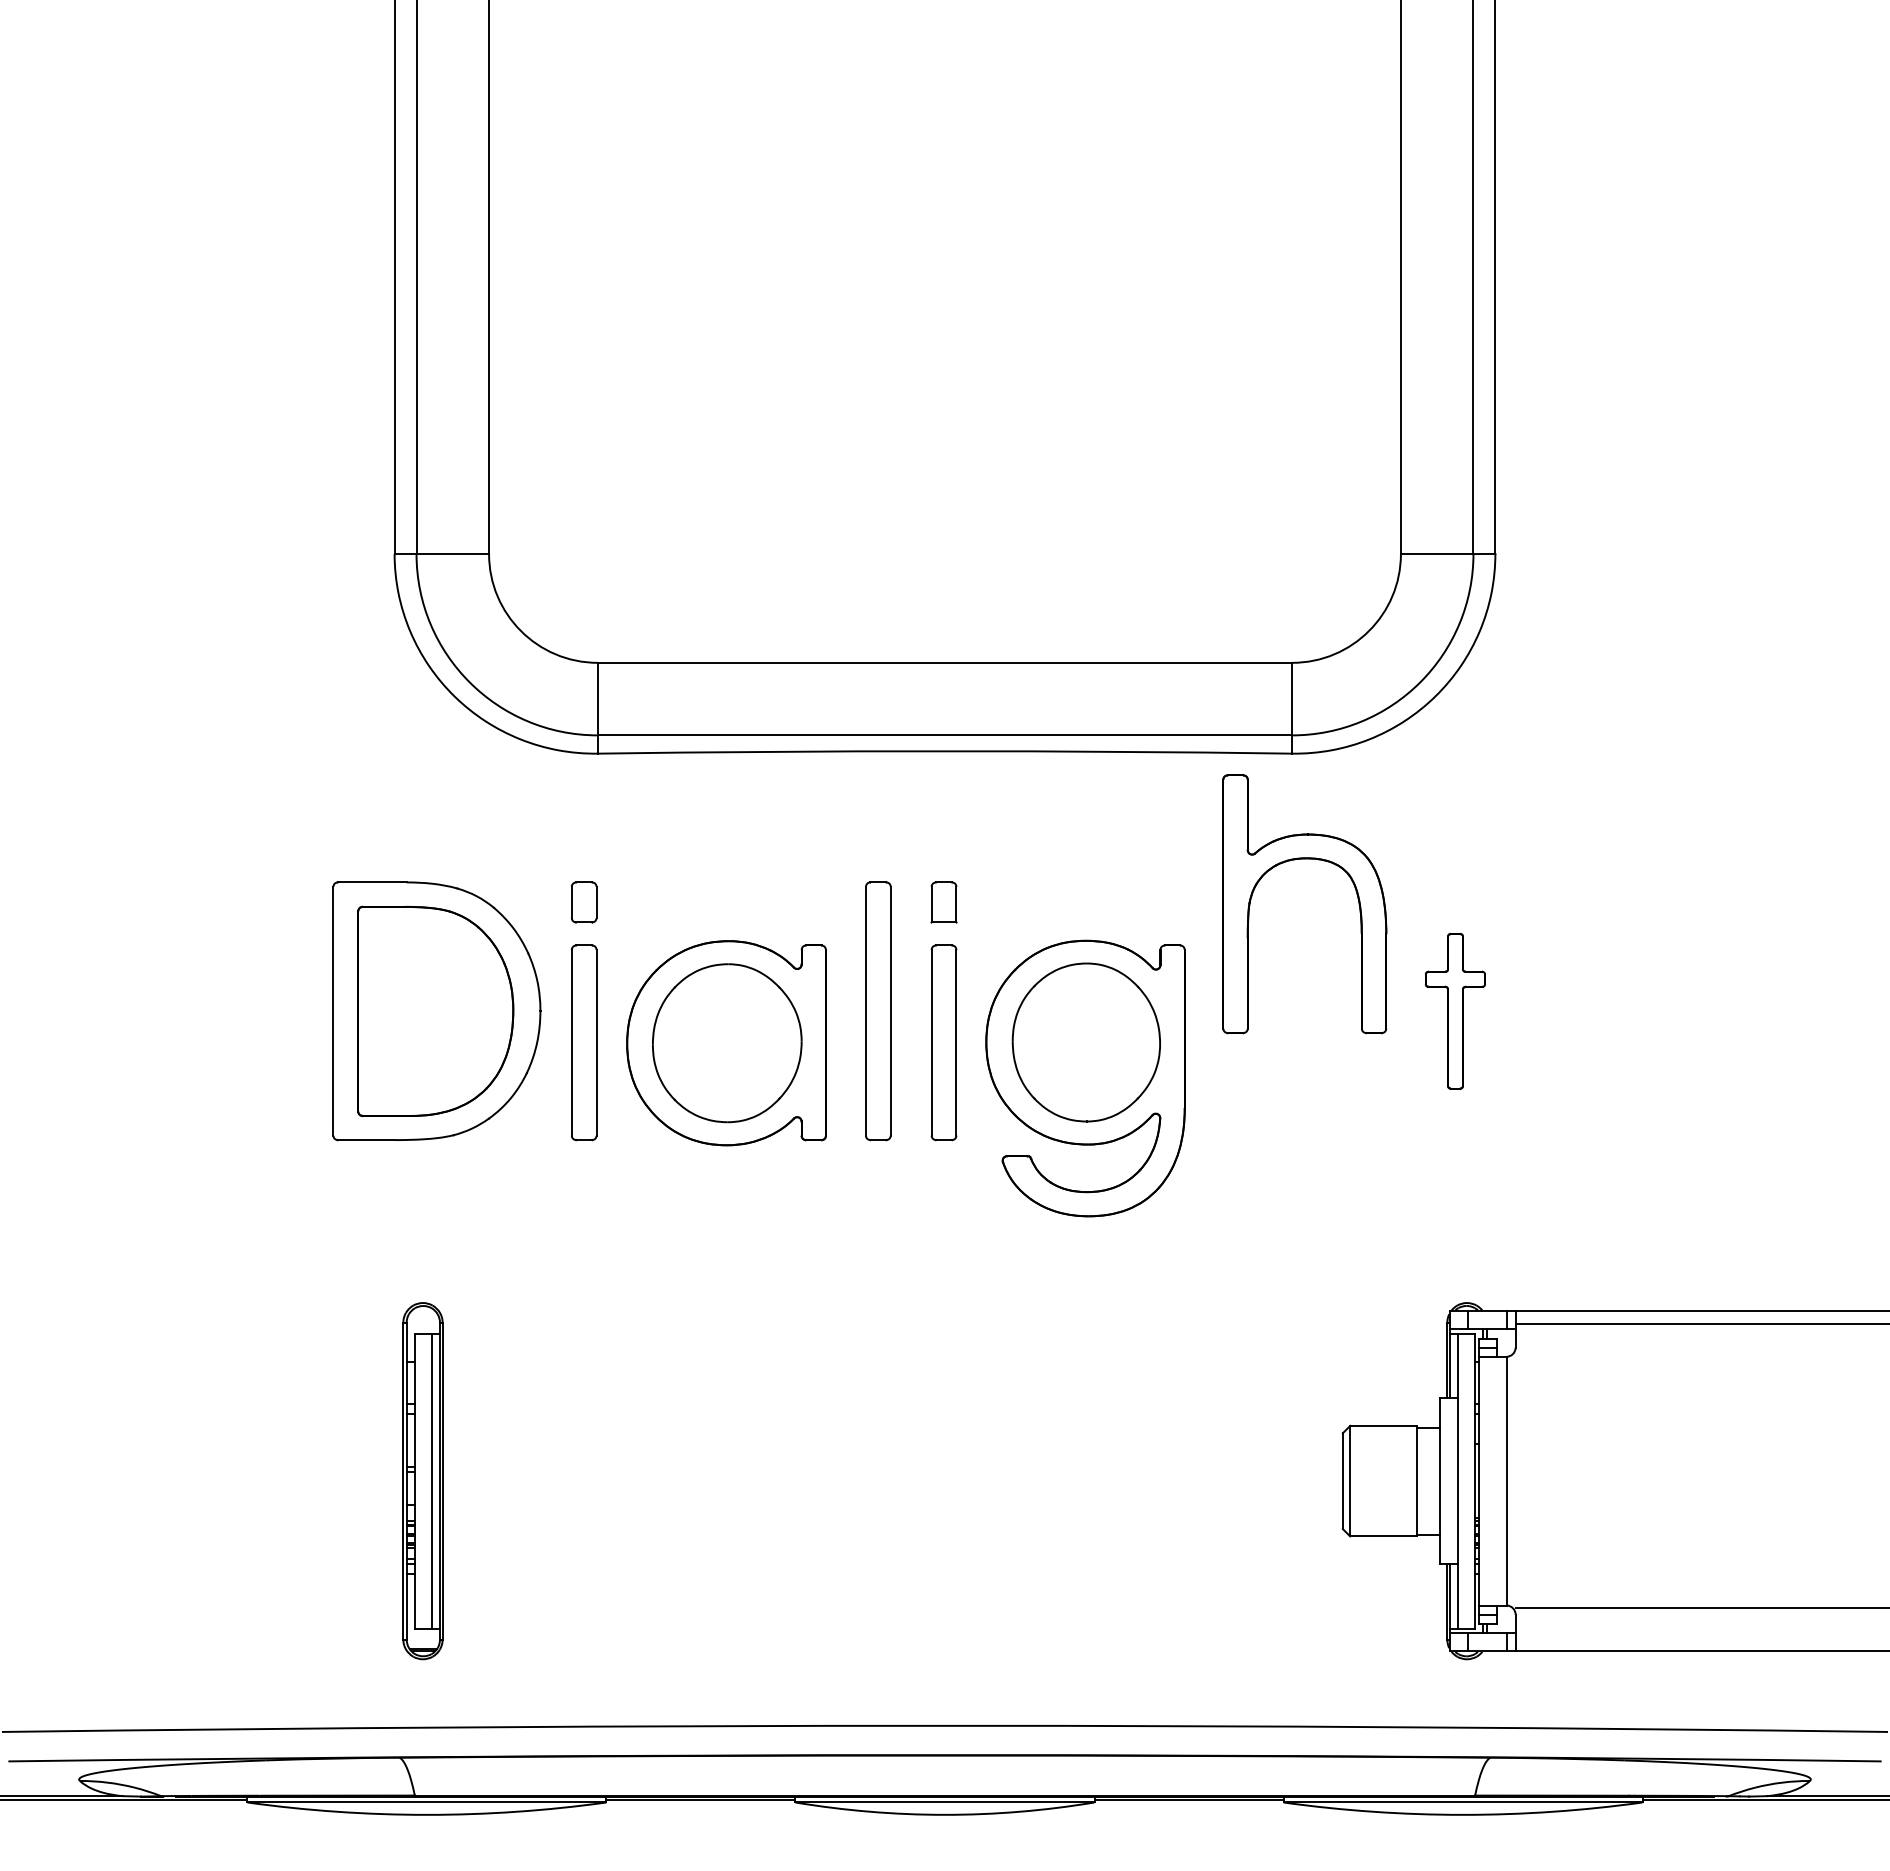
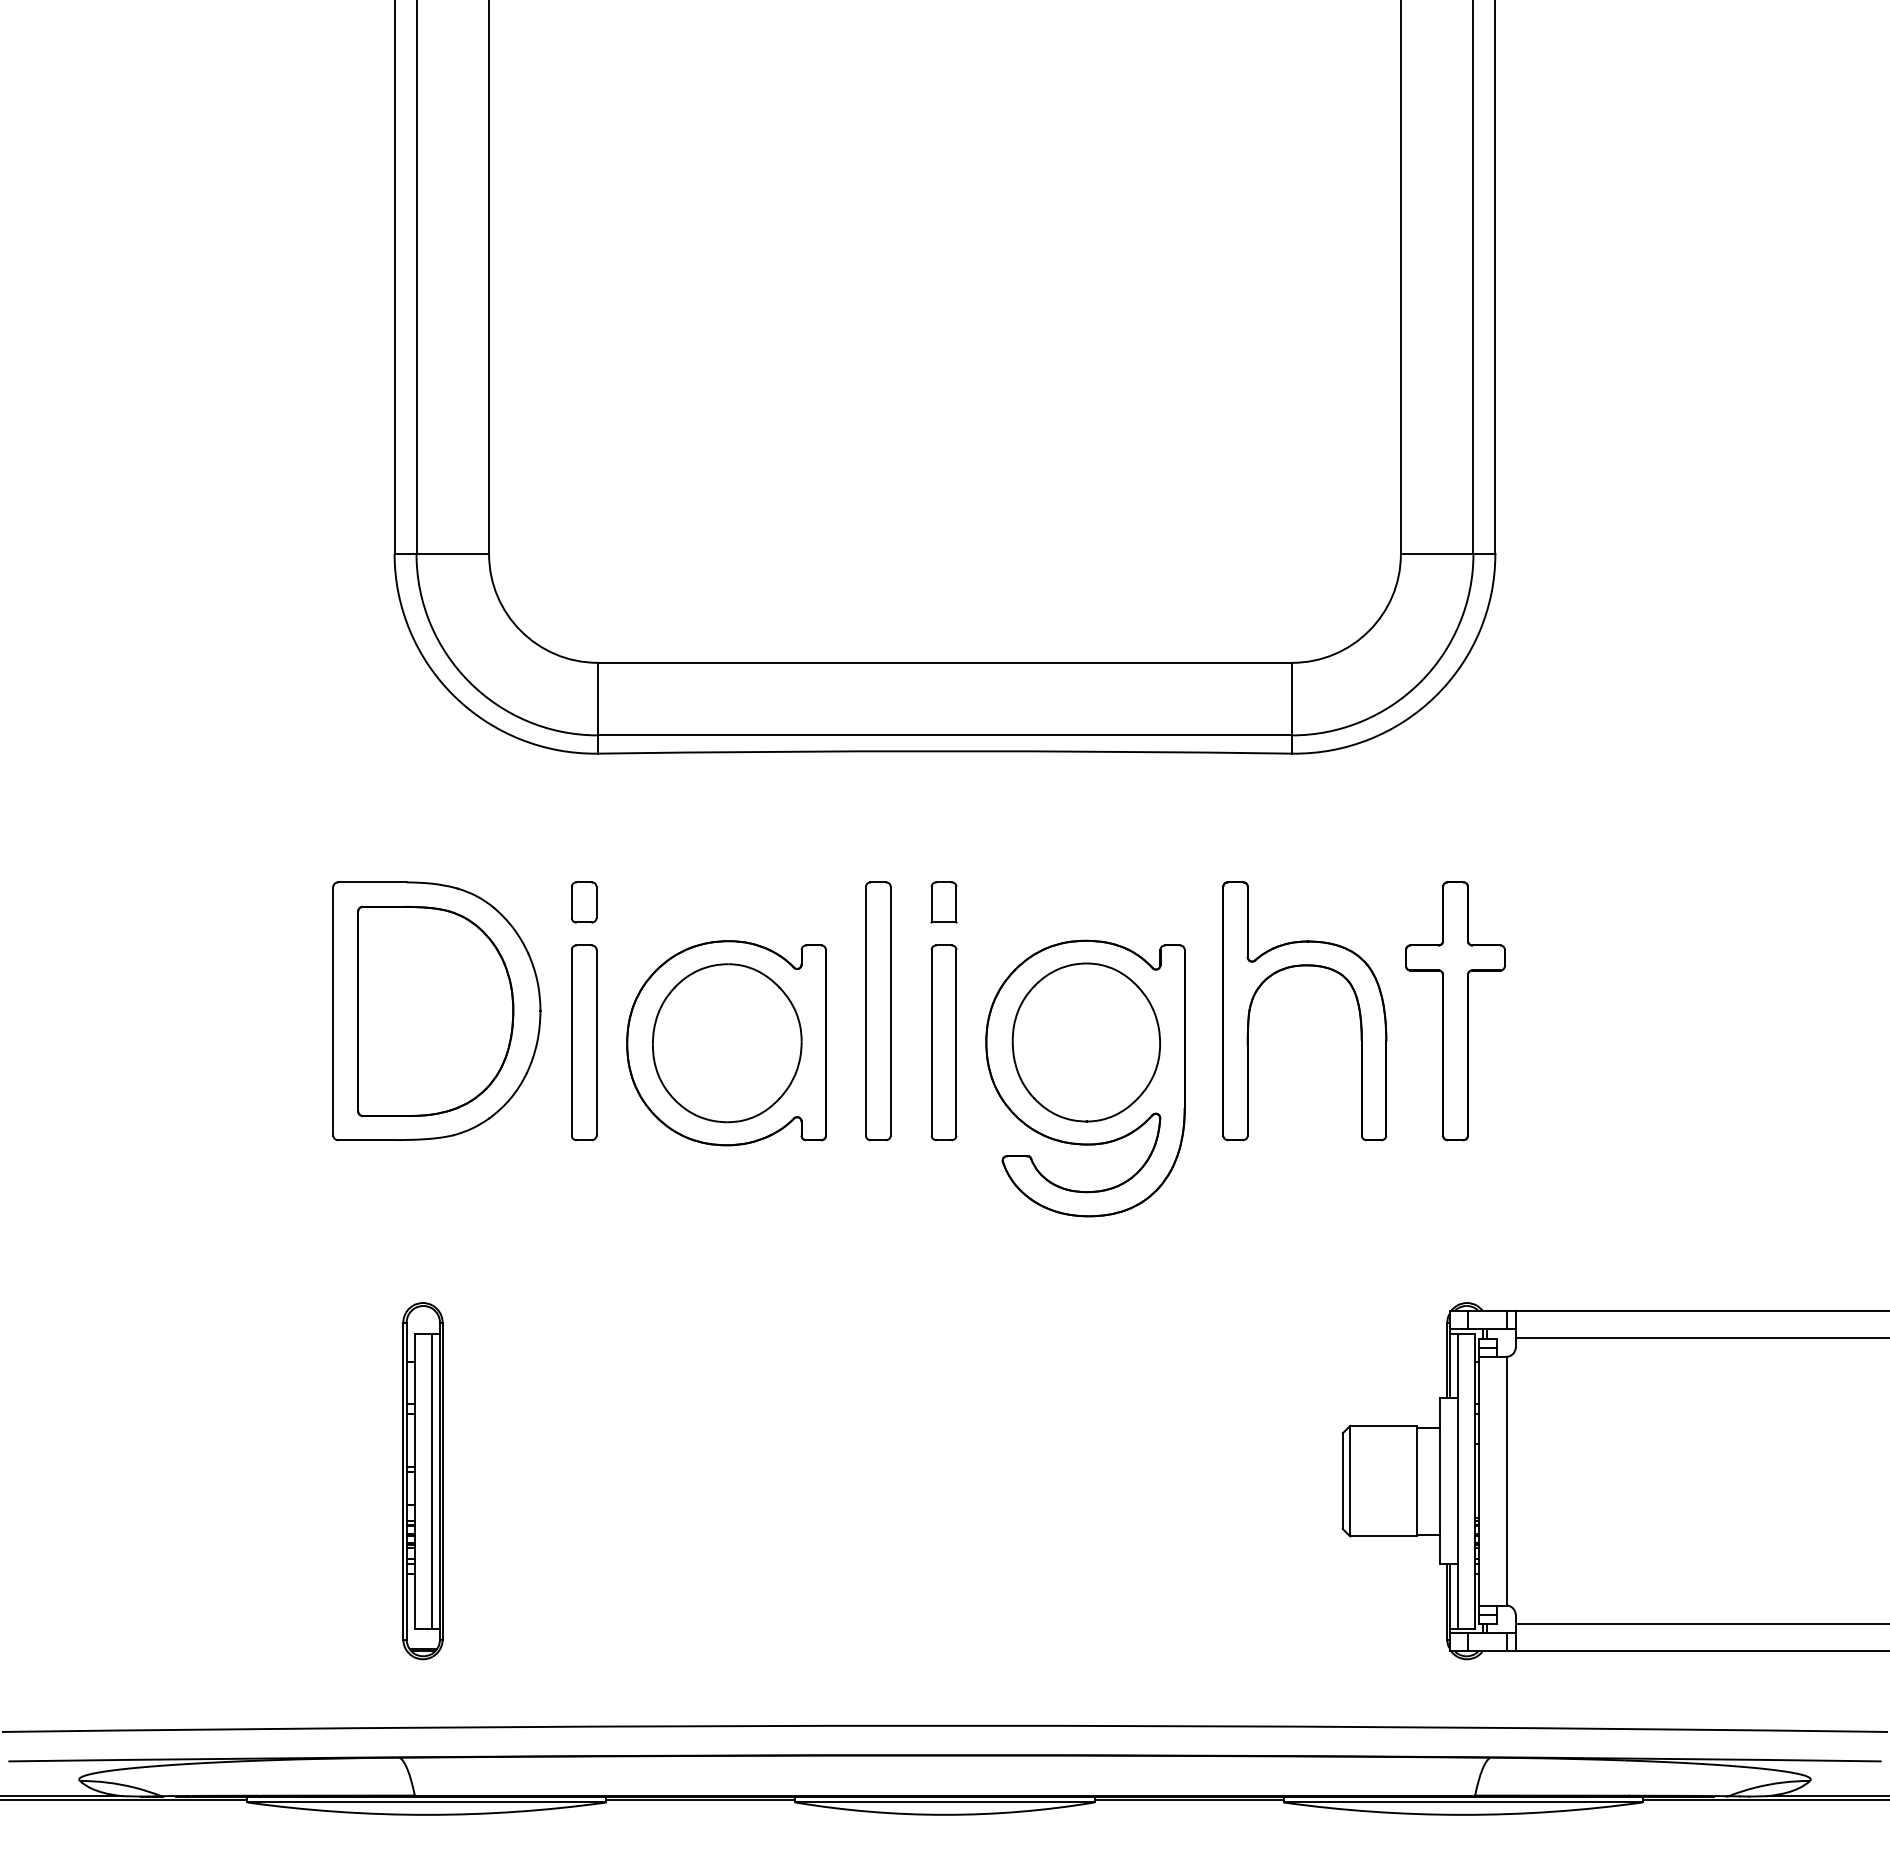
part at (1295, 860) position: (1295, 860) -> (1295, 967)
part at (1454, 1010) size: 62x158 px -> 101x261 px
line at (1700, 1324) position: (1700, 1324) -> (1700, 1338)
line at (1700, 1607) position: (1700, 1607) -> (1700, 1623)
